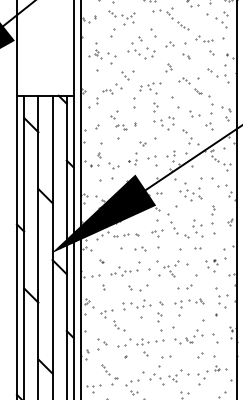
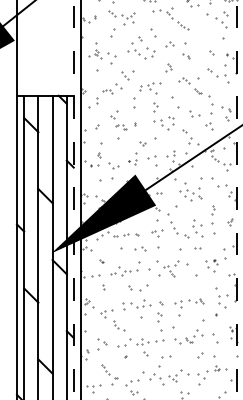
part at (204, 38): present -> none
line at (73, 200): solid -> dashed
line at (237, 200): solid -> dashed
part at (184, 286): present -> none
